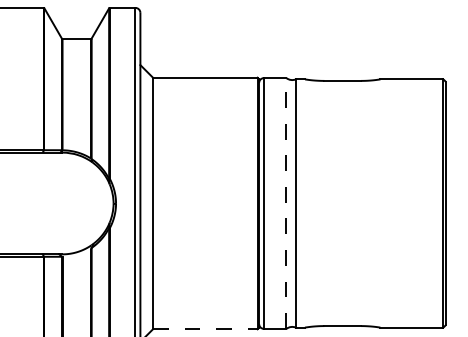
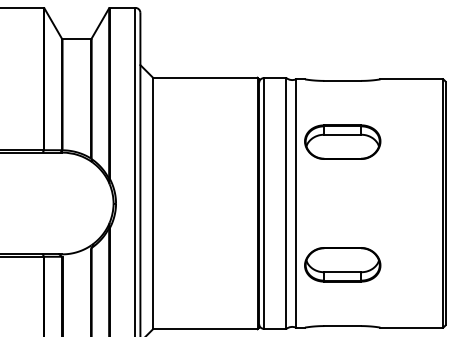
part at (342, 141): none -> present
line at (286, 203): dashed -> solid
part at (342, 264): none -> present
line at (205, 329): dashed -> solid
